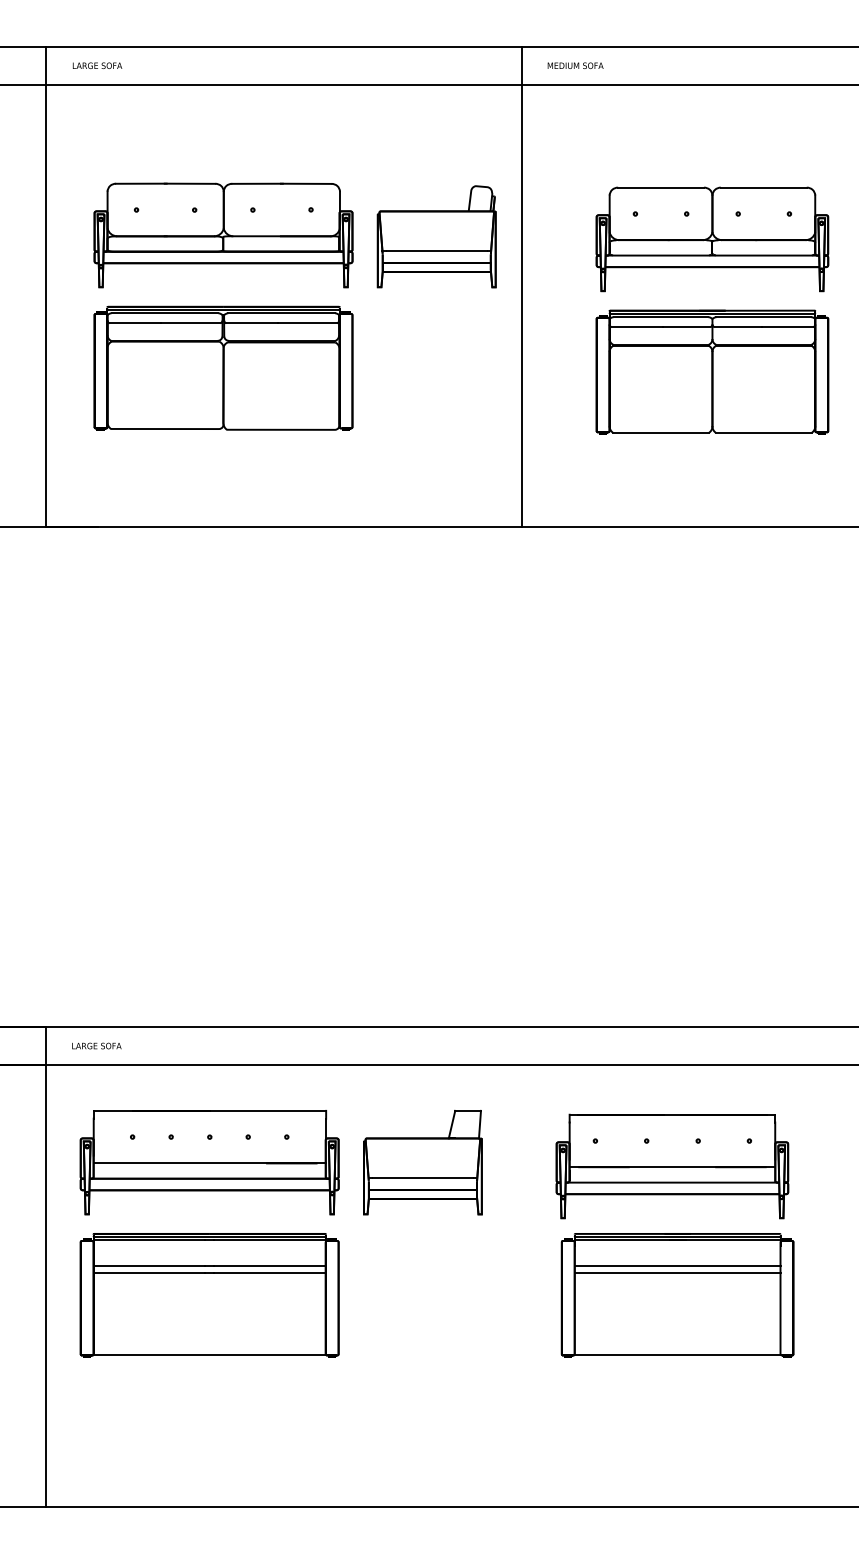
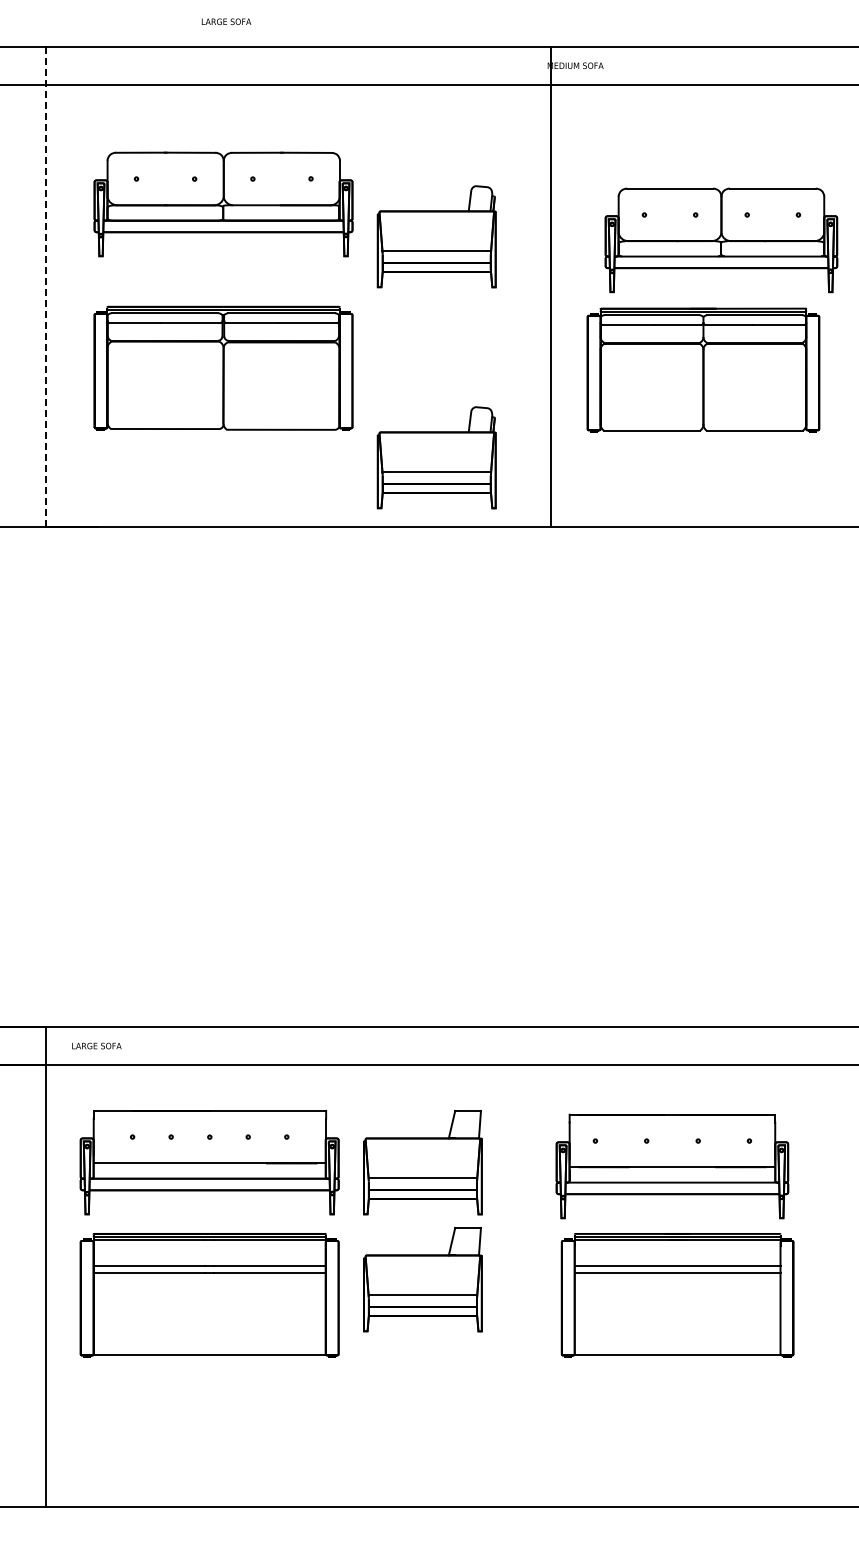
text at (97, 65) position: (97, 65) -> (226, 21)
part at (223, 235) position: (223, 235) -> (223, 204)
part at (712, 239) position: (712, 239) -> (721, 240)
line at (522, 286) position: (522, 286) -> (551, 286)
line at (46, 287): solid -> dashed
part at (712, 371) position: (712, 371) -> (703, 369)
part at (436, 457): none -> present
part at (422, 1279): none -> present
